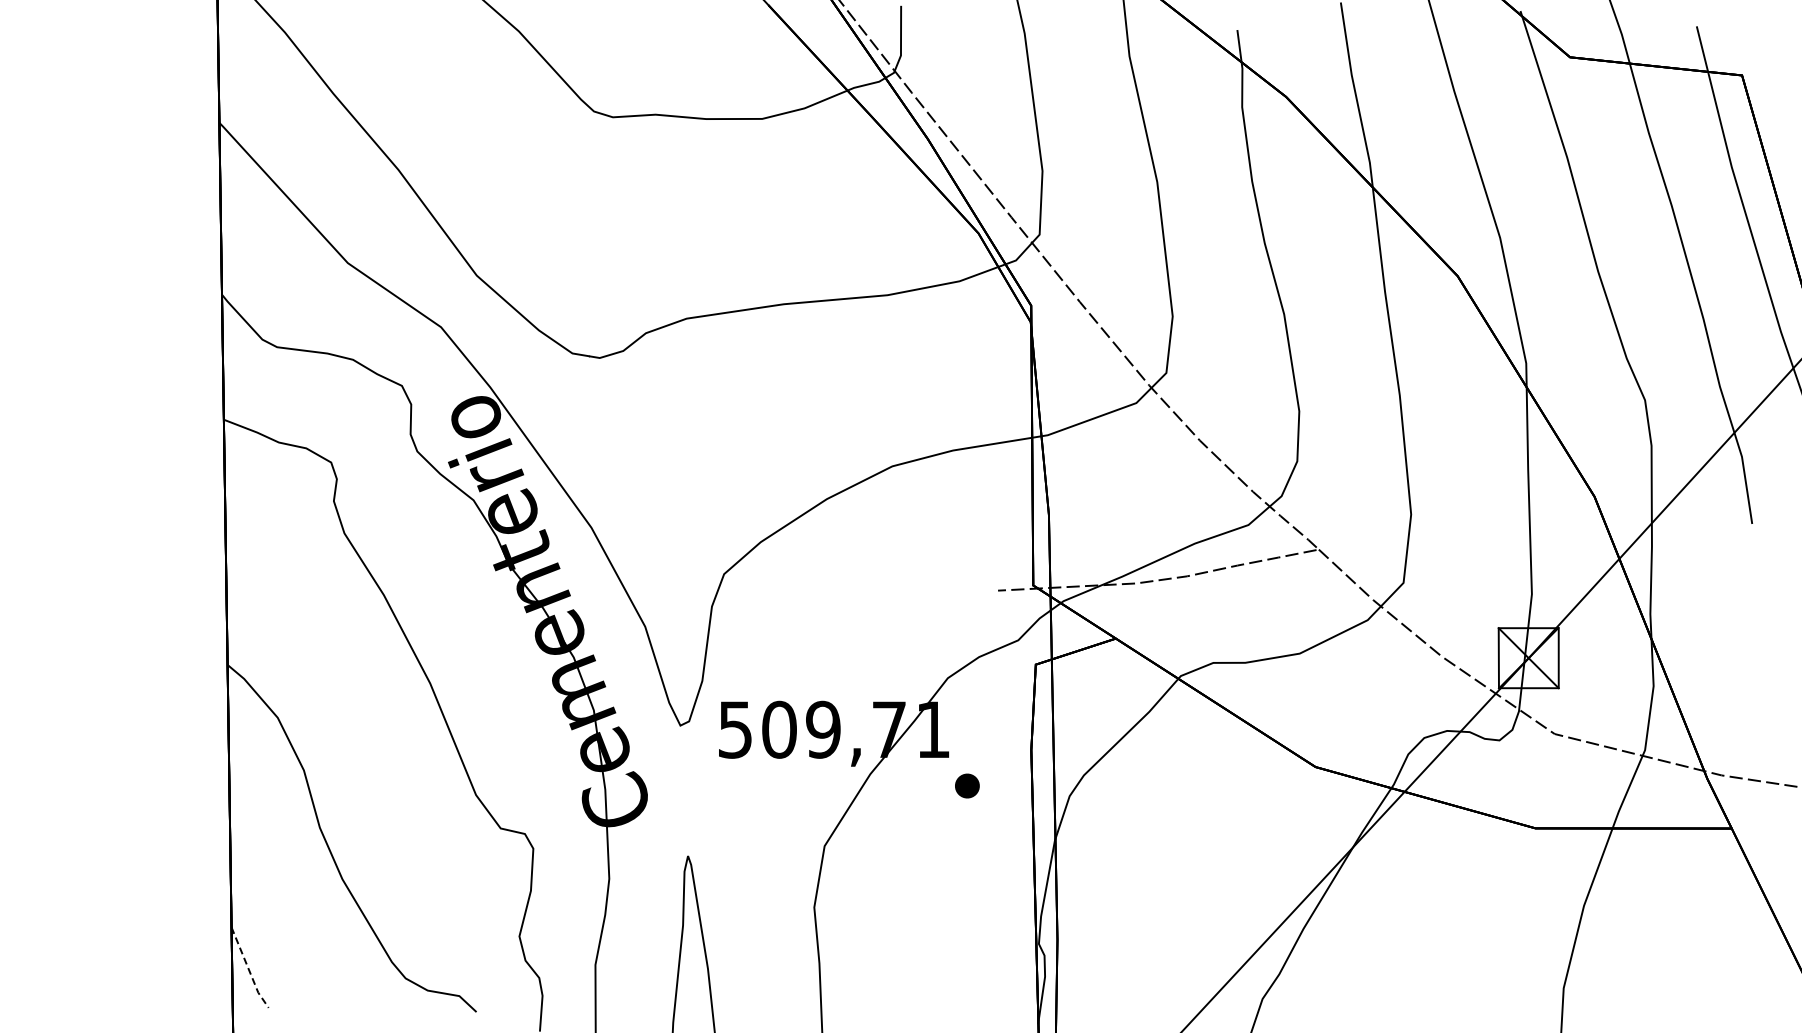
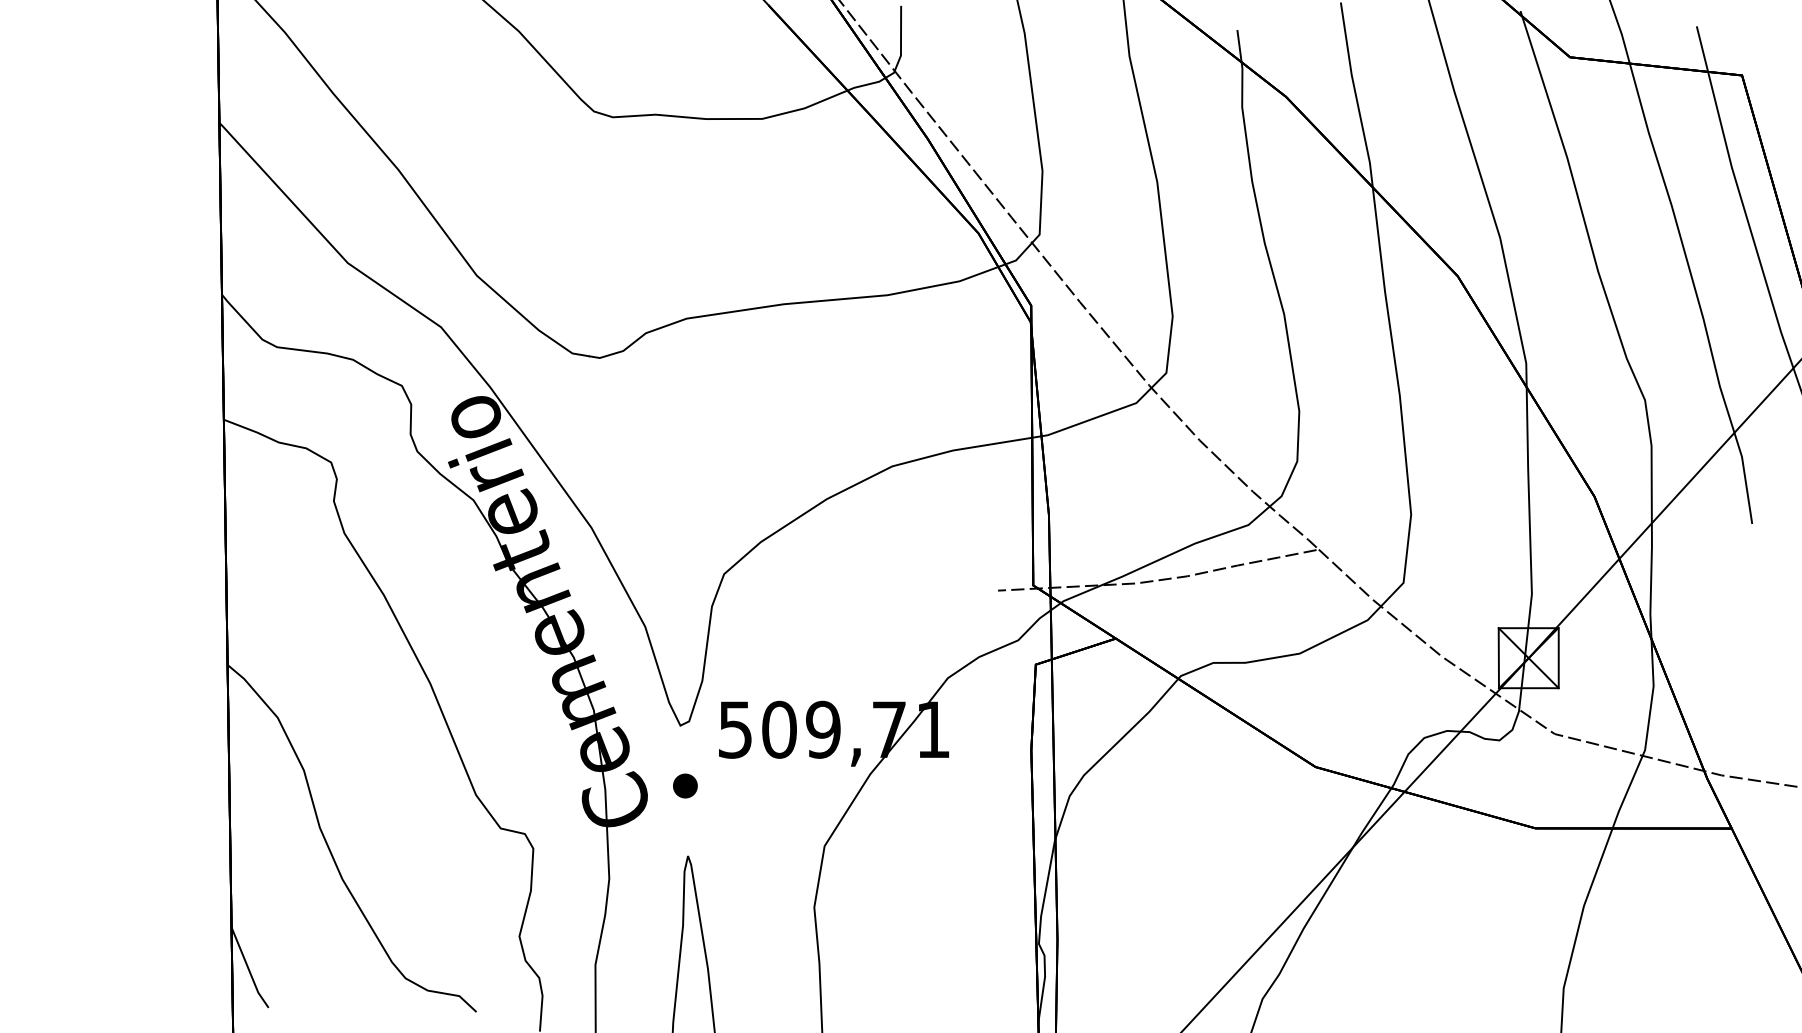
part at (967, 785) position: (967, 785) -> (685, 785)
line at (248, 969): dashed -> solid
